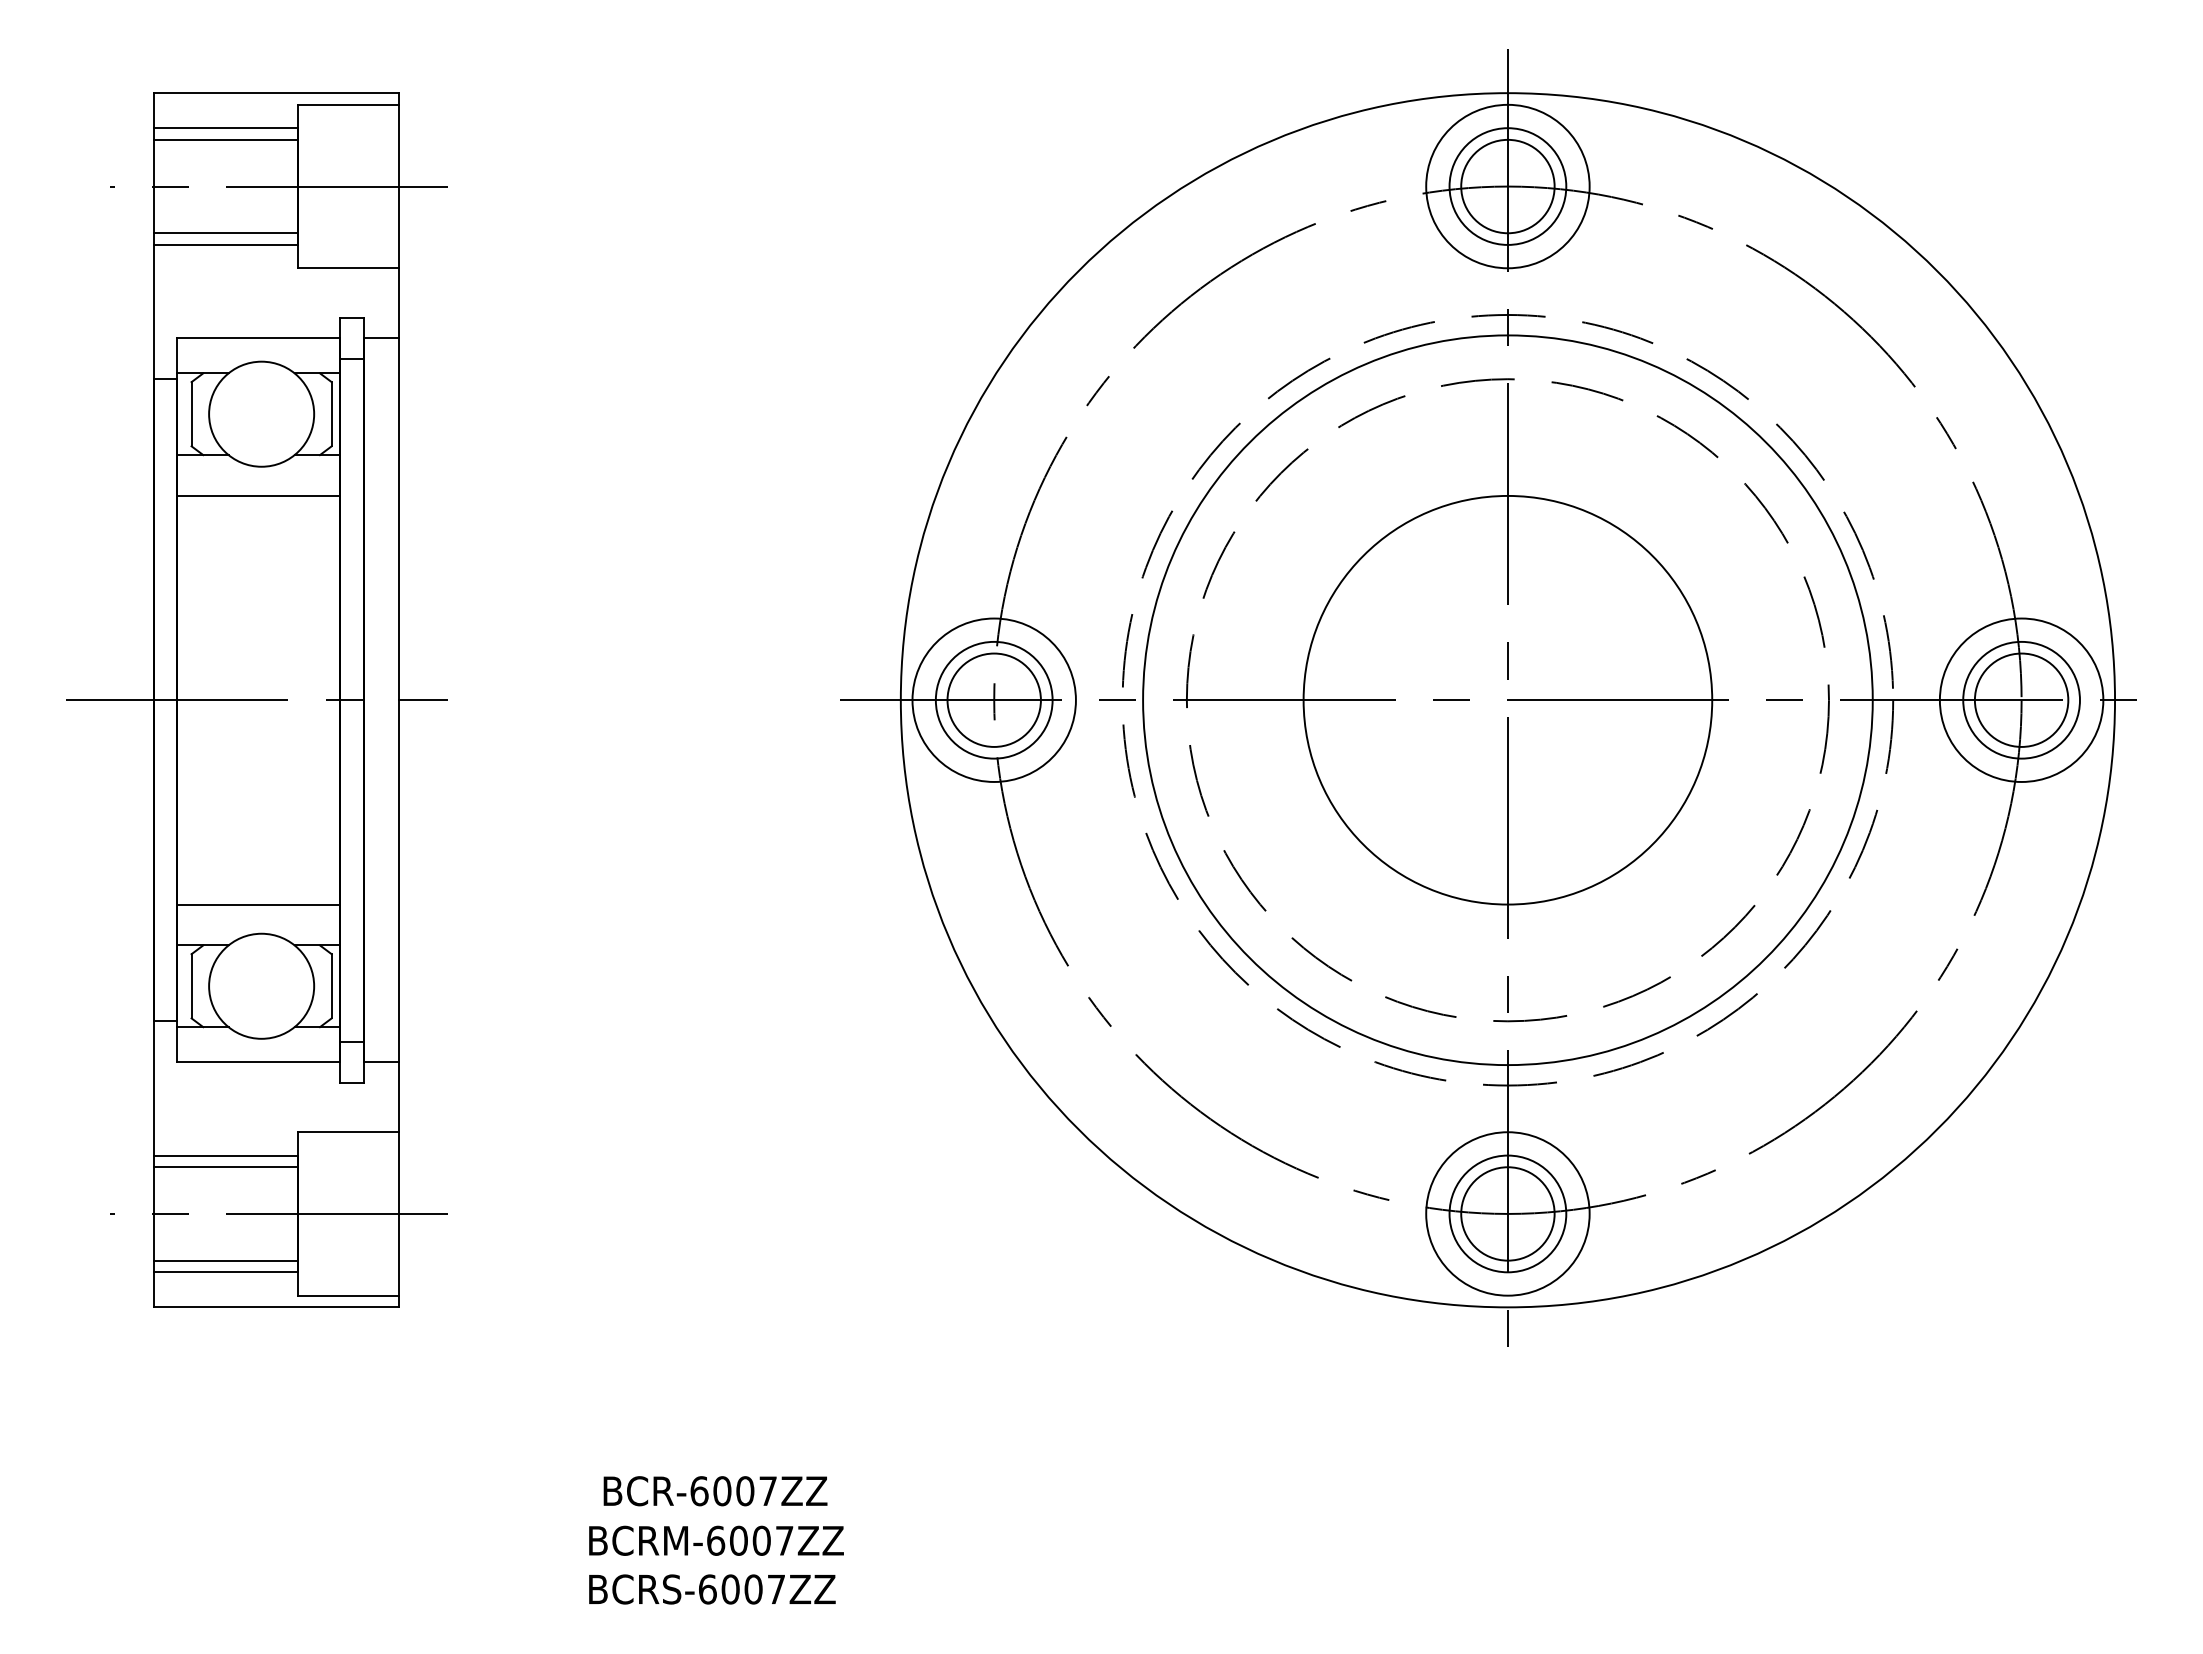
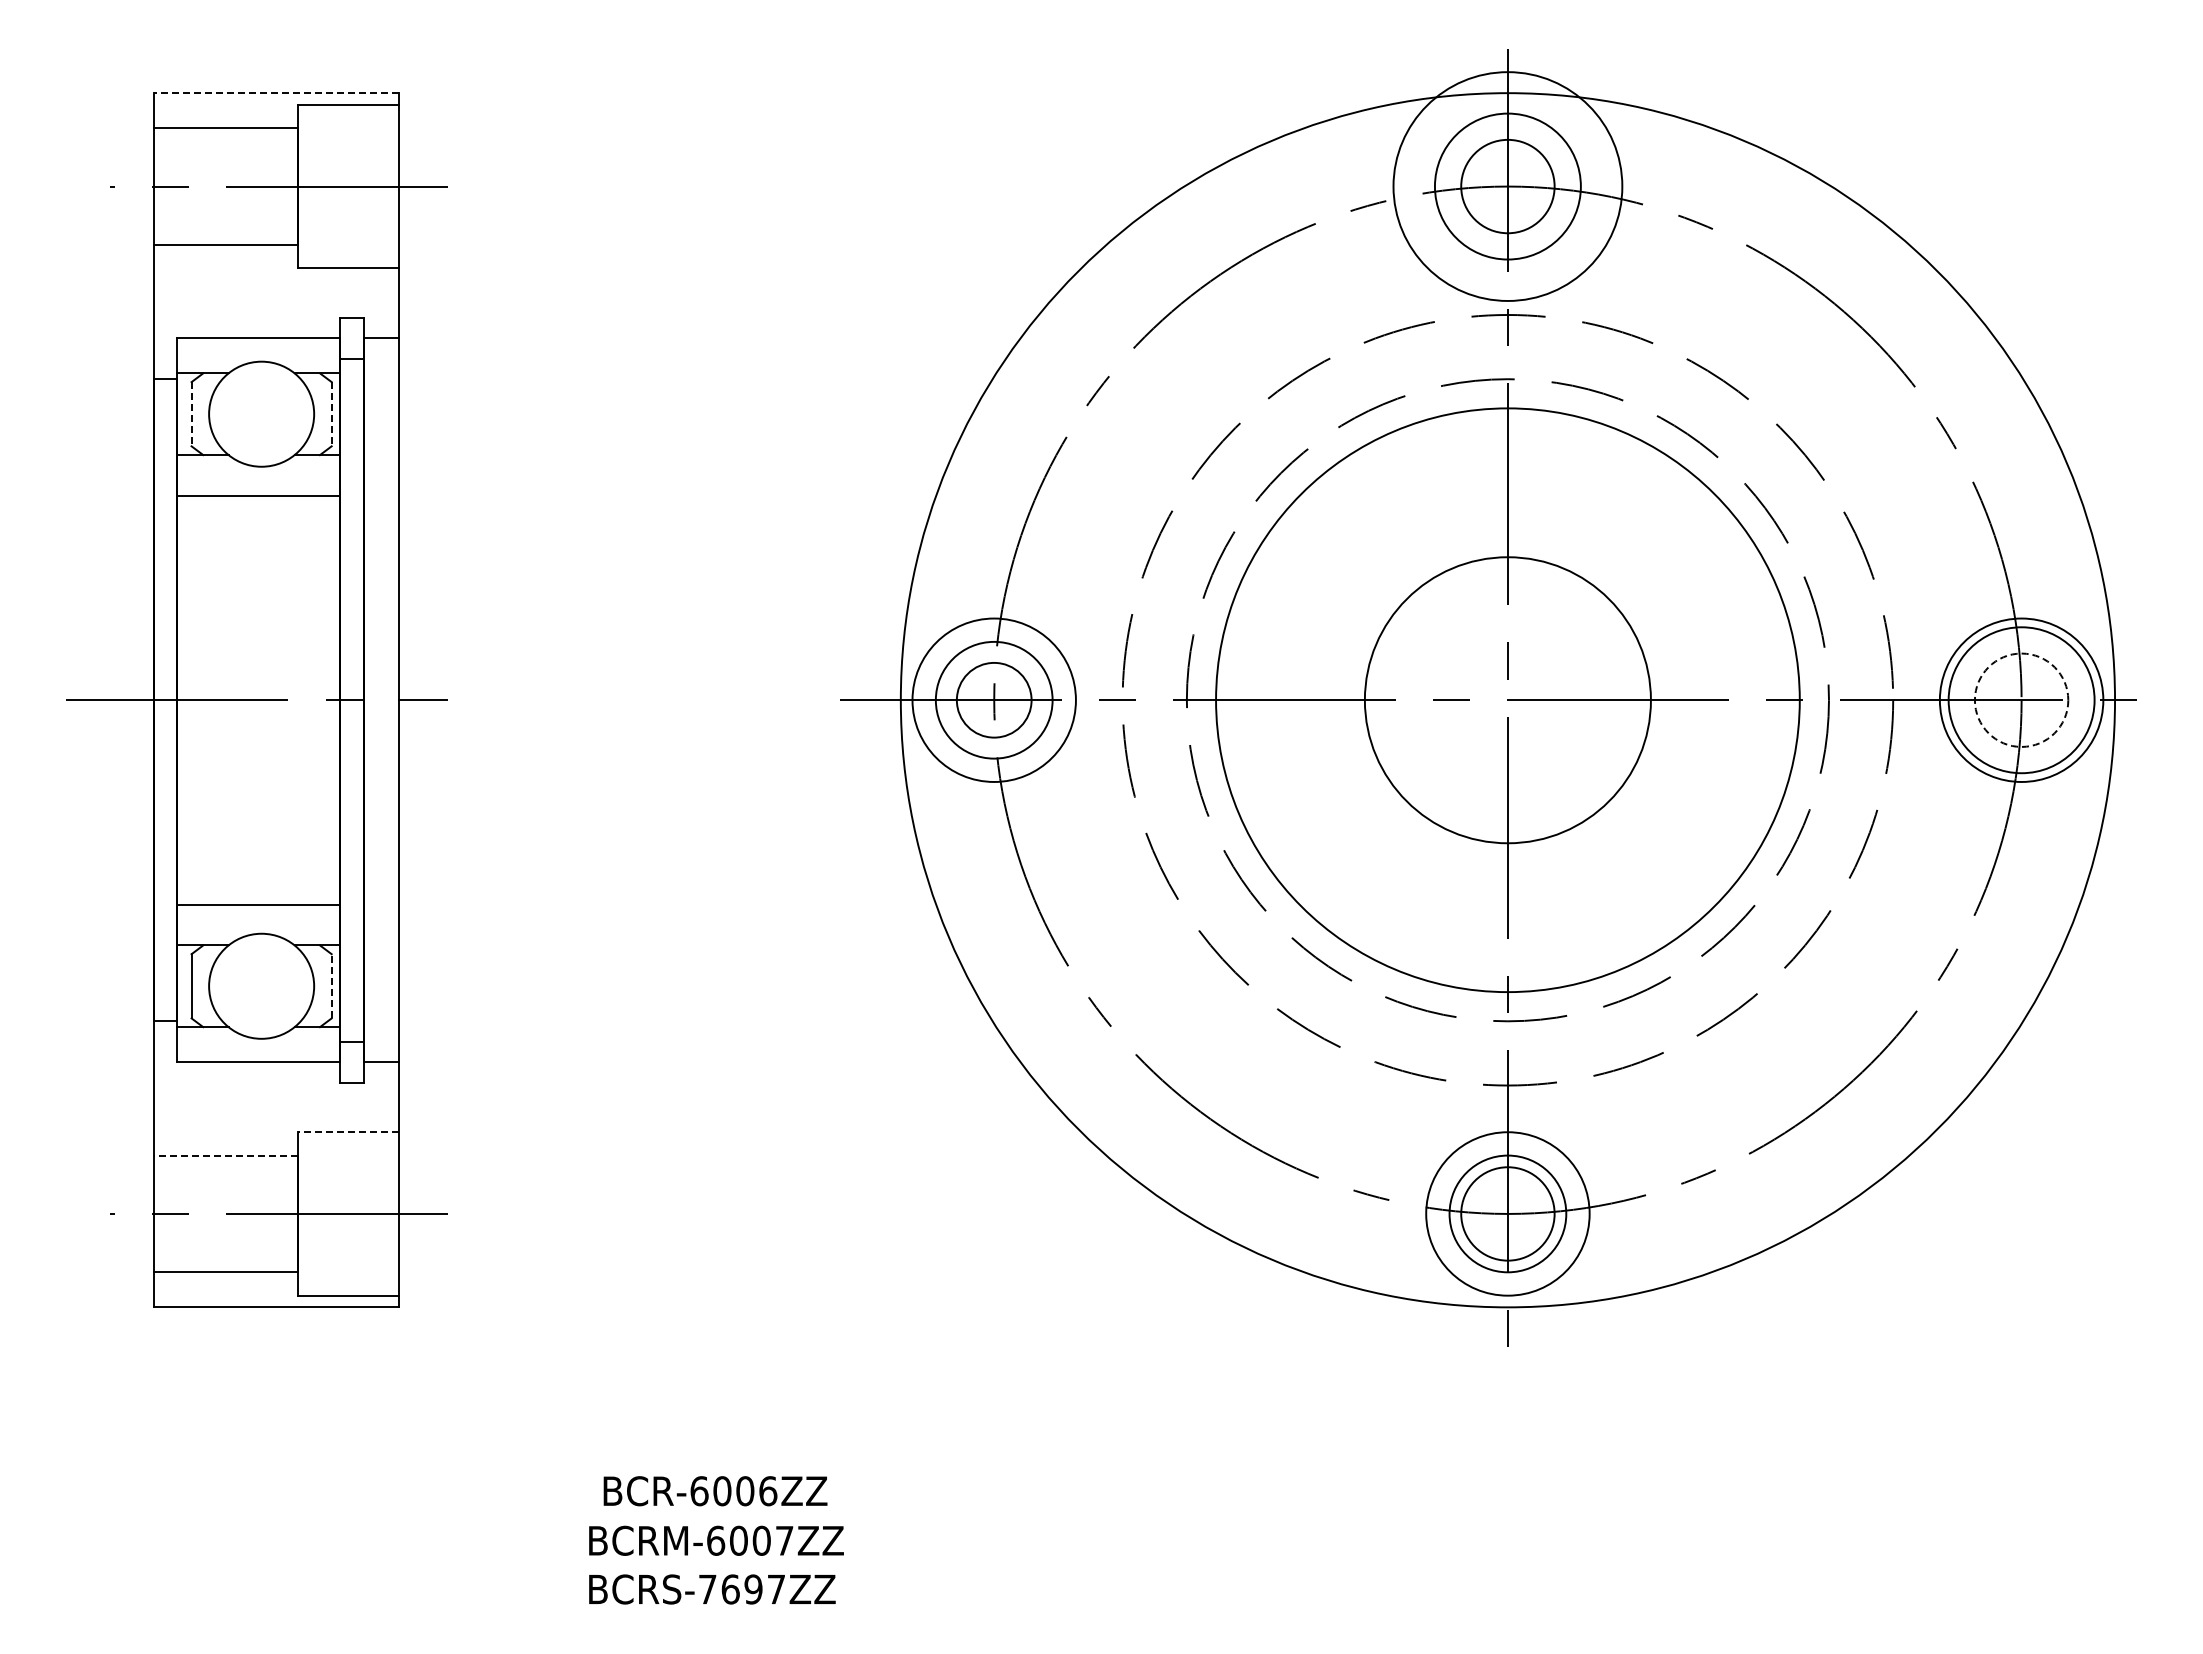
line at (276, 93): solid -> dashed
line at (225, 139): present -> none
circle at (1507, 186) diameter: 117 px -> 146 px
circle at (1507, 186) diameter: 163 px -> 229 px
line at (225, 233): present -> none
line at (191, 414): solid -> dashed
line at (331, 414): solid -> dashed
circle at (993, 699) diameter: 93 px -> 75 px
circle at (1507, 699) diameter: 409 px -> 286 px
circle at (2021, 699) diameter: 117 px -> 146 px
circle at (2021, 699): solid -> dashed
circle at (1507, 700) diameter: 730 px -> 584 px
line at (331, 985): solid -> dashed
line at (348, 1132): solid -> dashed
line at (225, 1155): solid -> dashed
line at (225, 1167): present -> none
line at (225, 1260): present -> none
text at (768, 1491): BCR-6007ZZ -> BCR-6006ZZ
text at (730, 1589): BCRS-6007ZZ -> BCRS-7697ZZ
